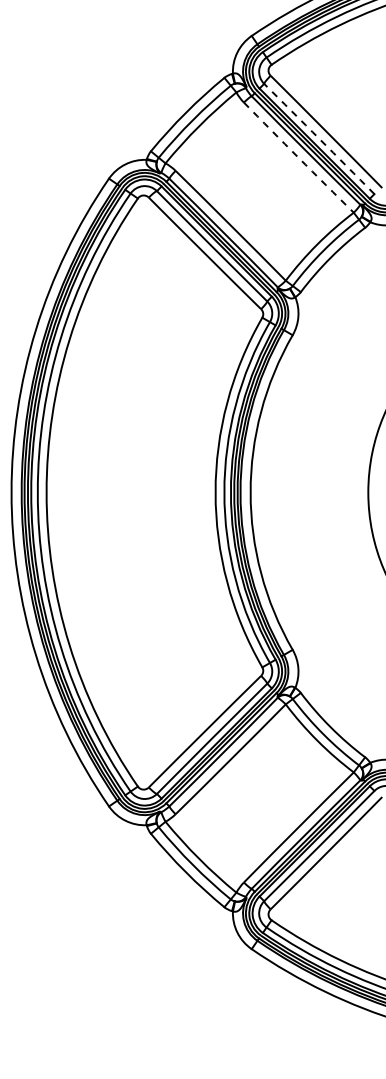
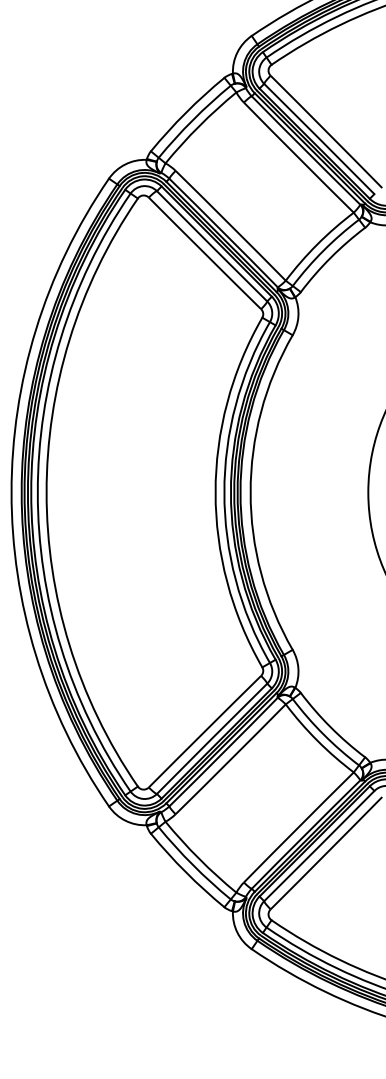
arc at (319, 138): dashed -> solid
arc at (298, 157): dashed -> solid
